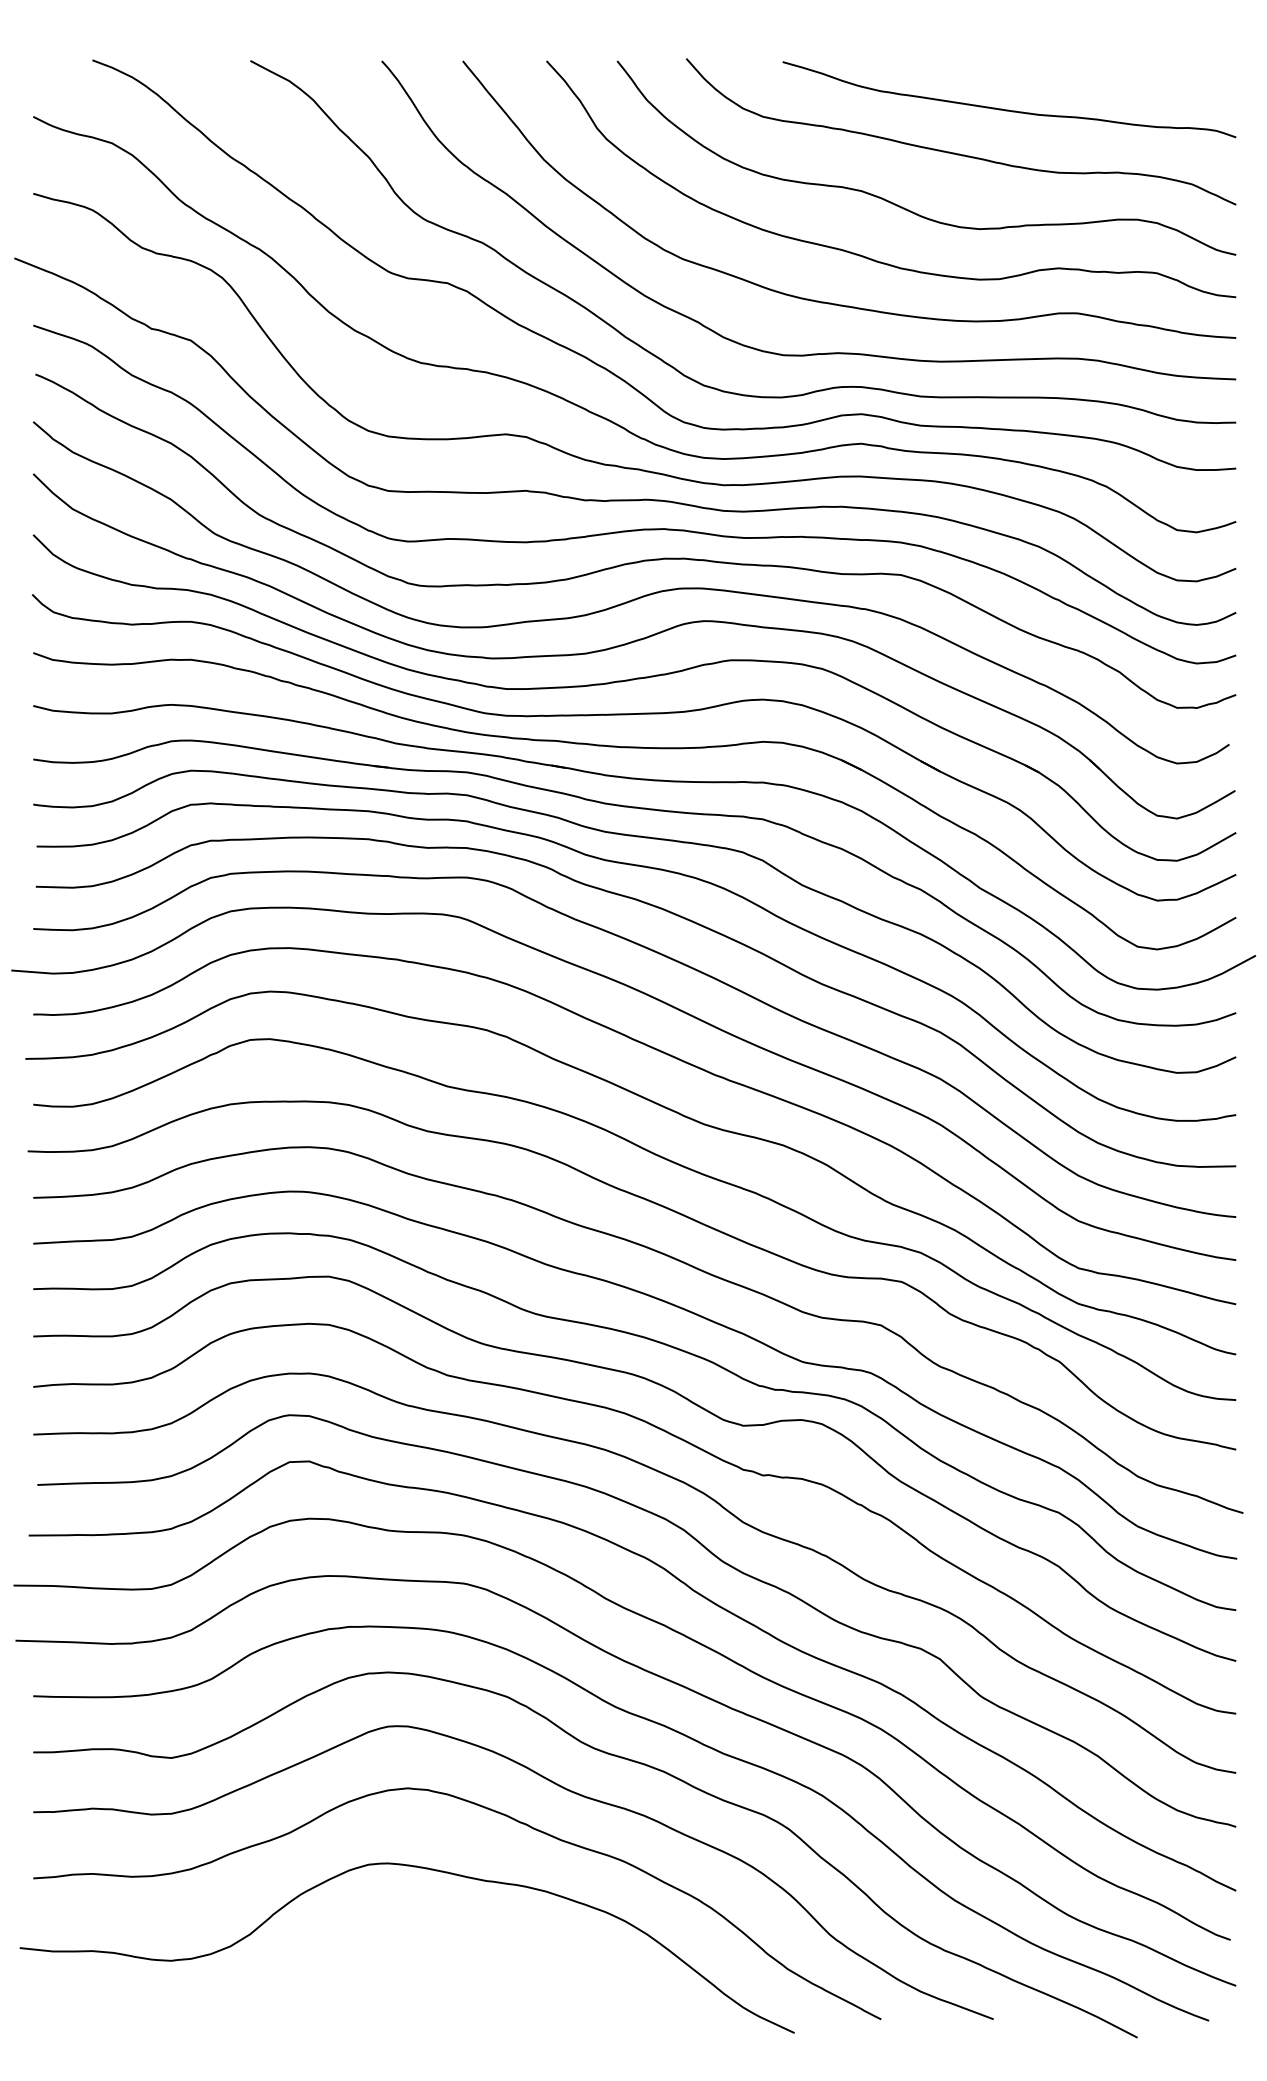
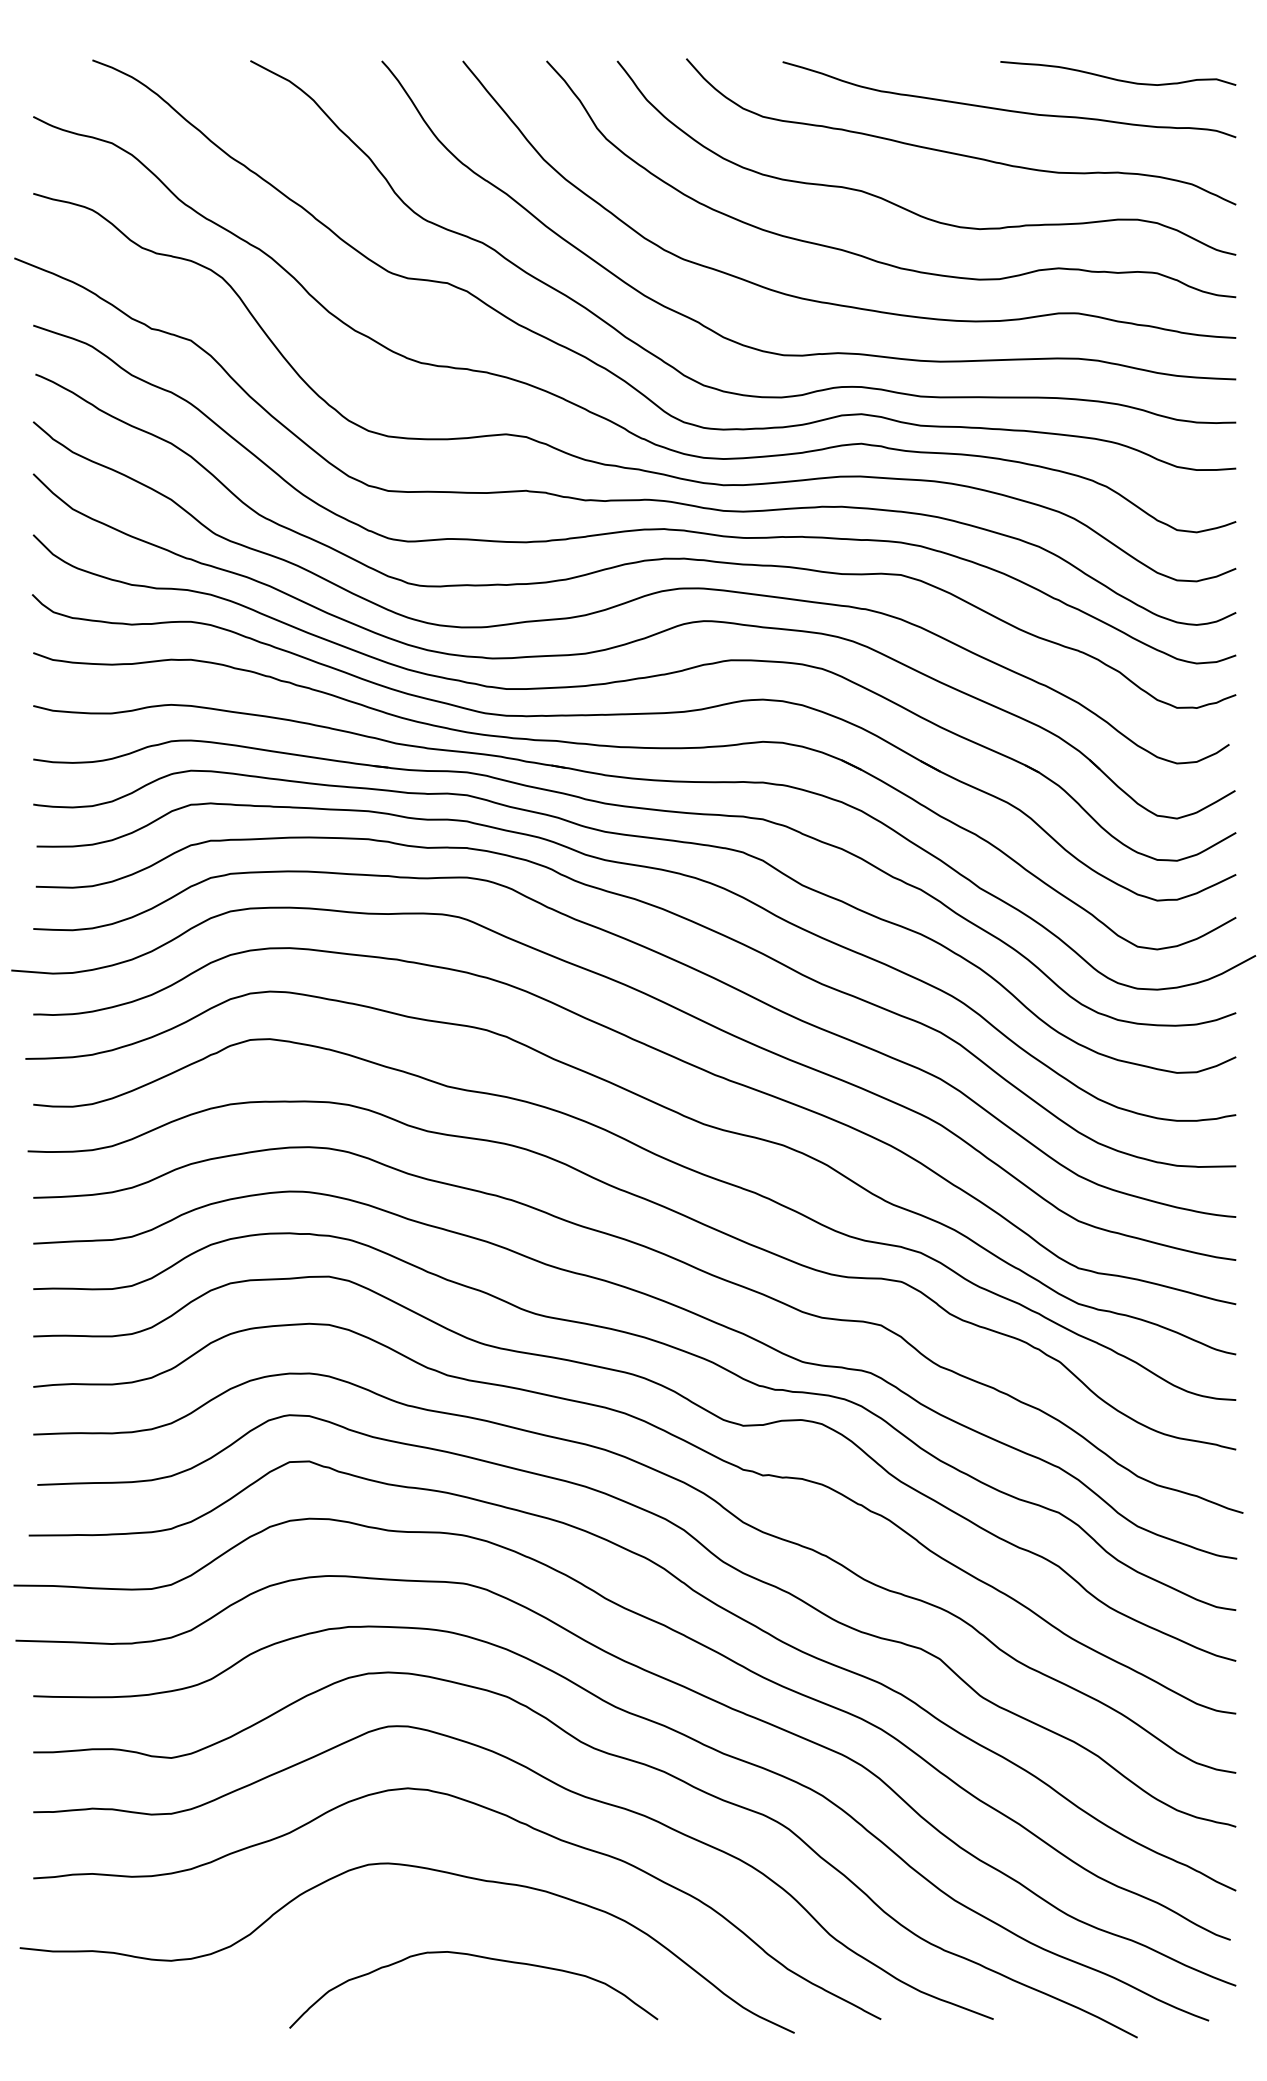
curve at (1116, 78): none -> present
curve at (478, 1957): none -> present
